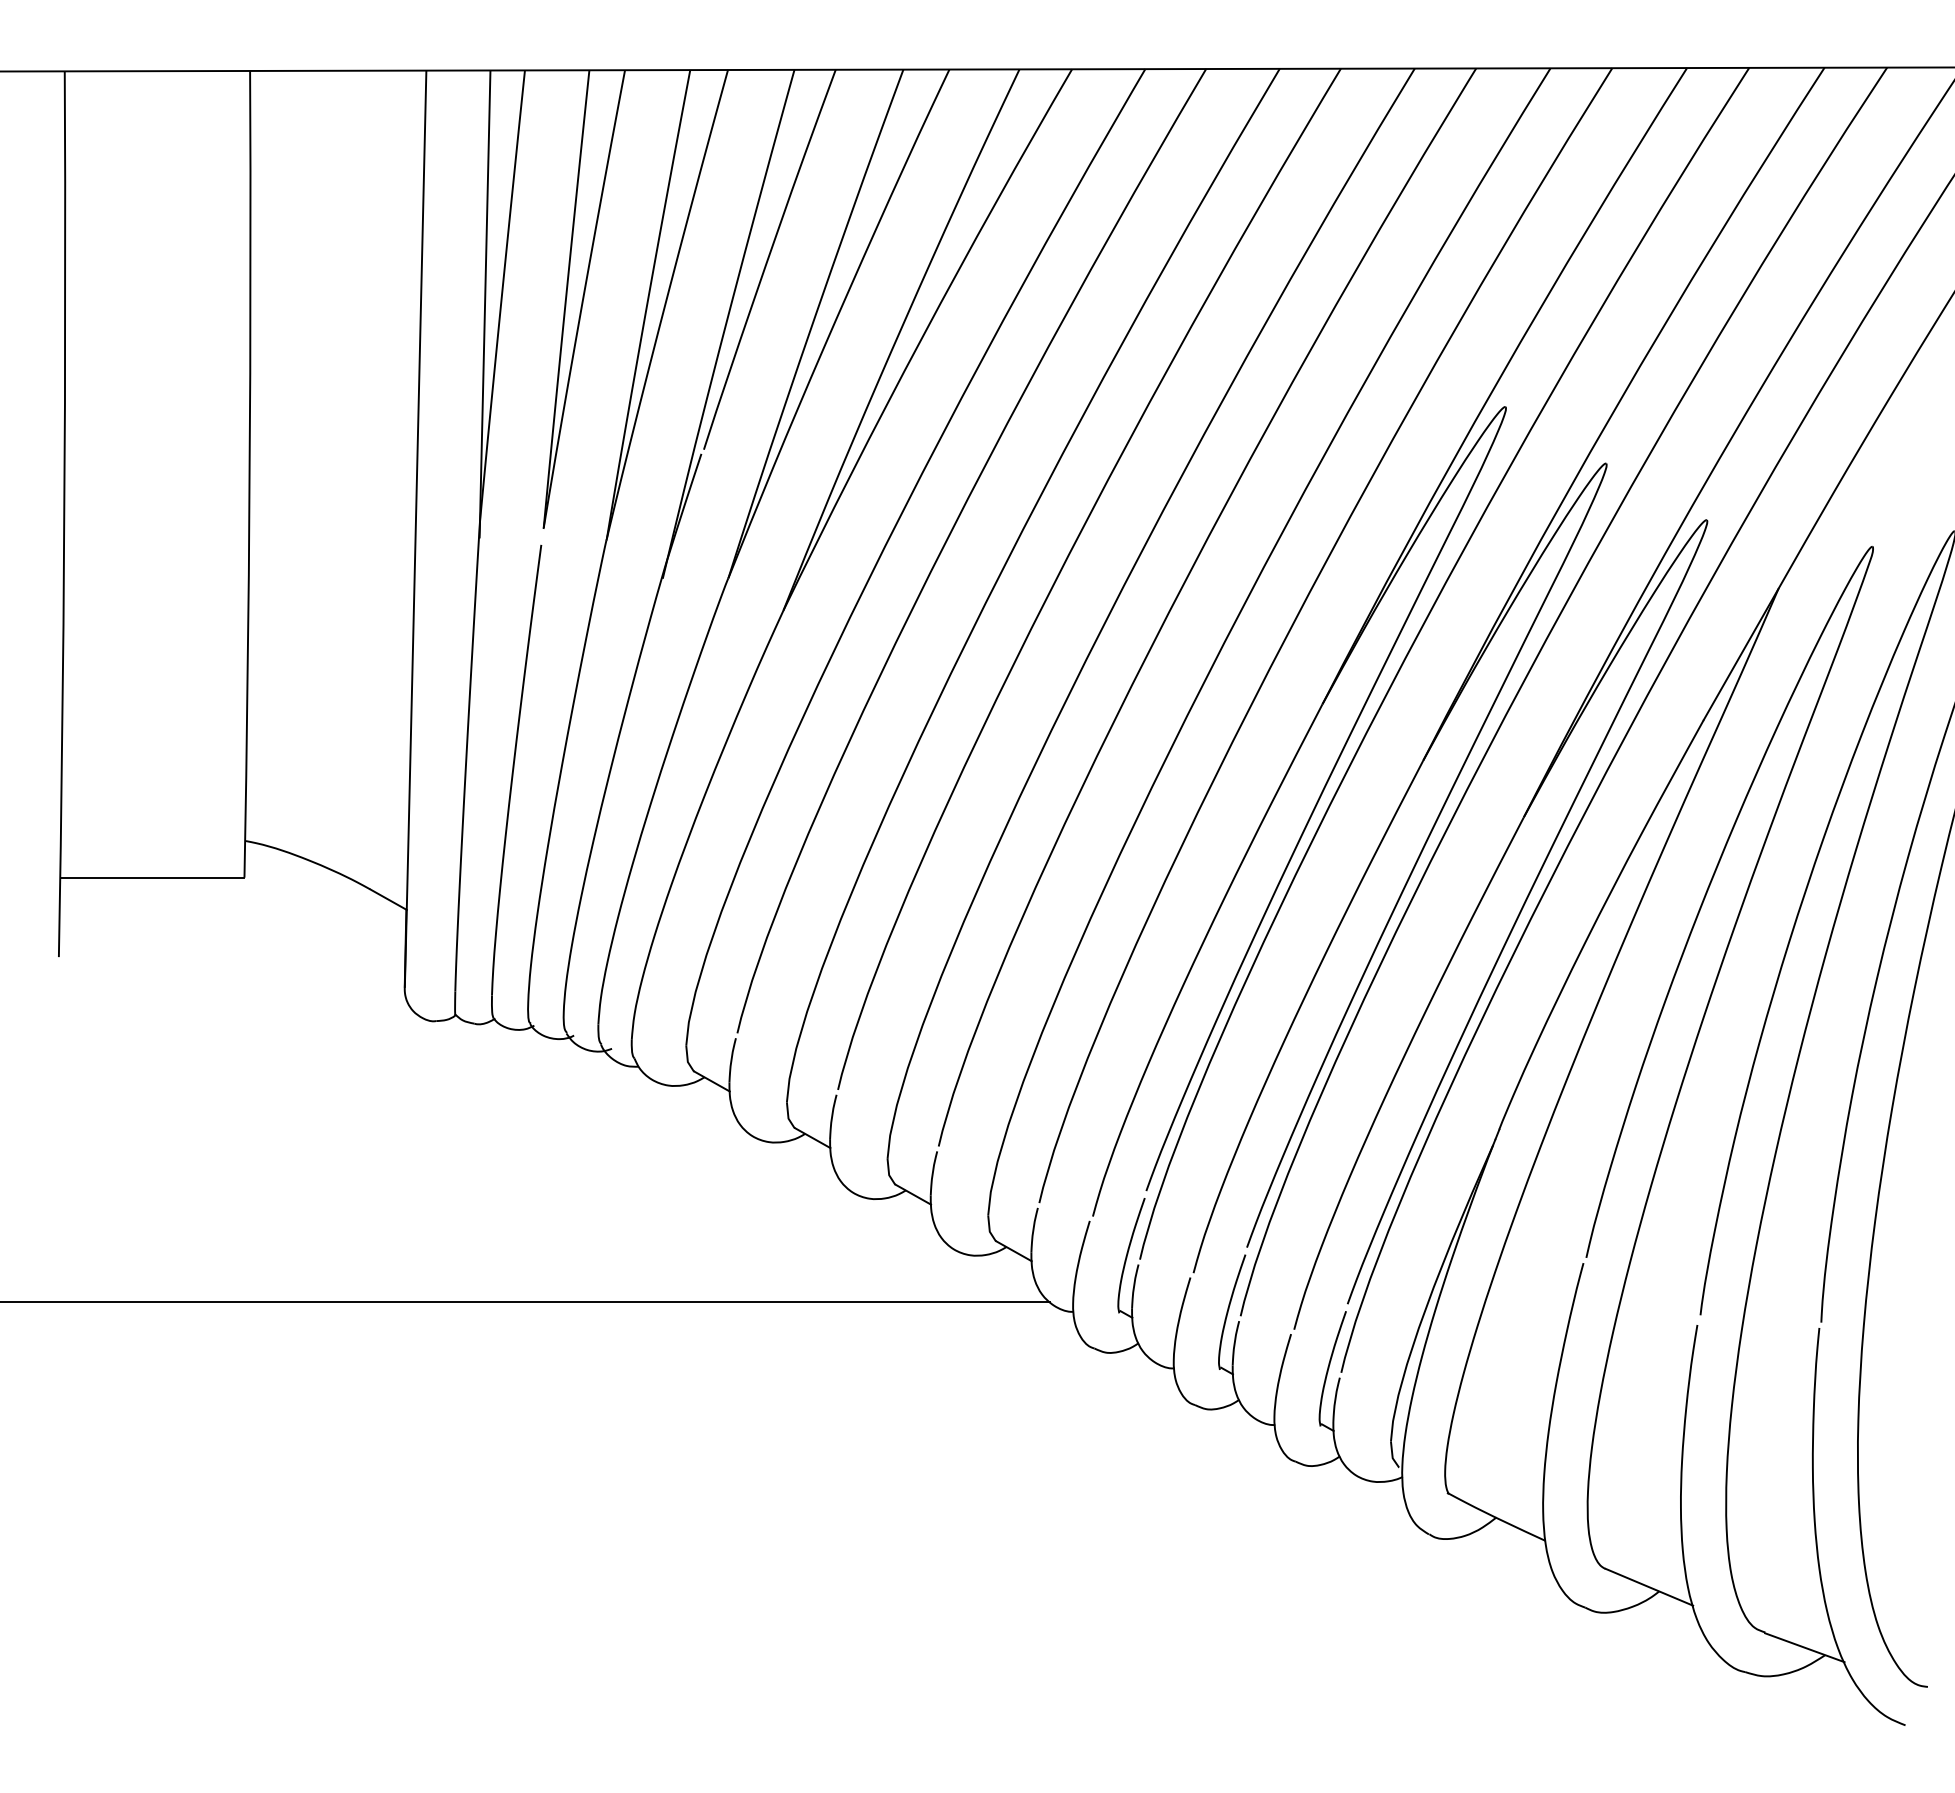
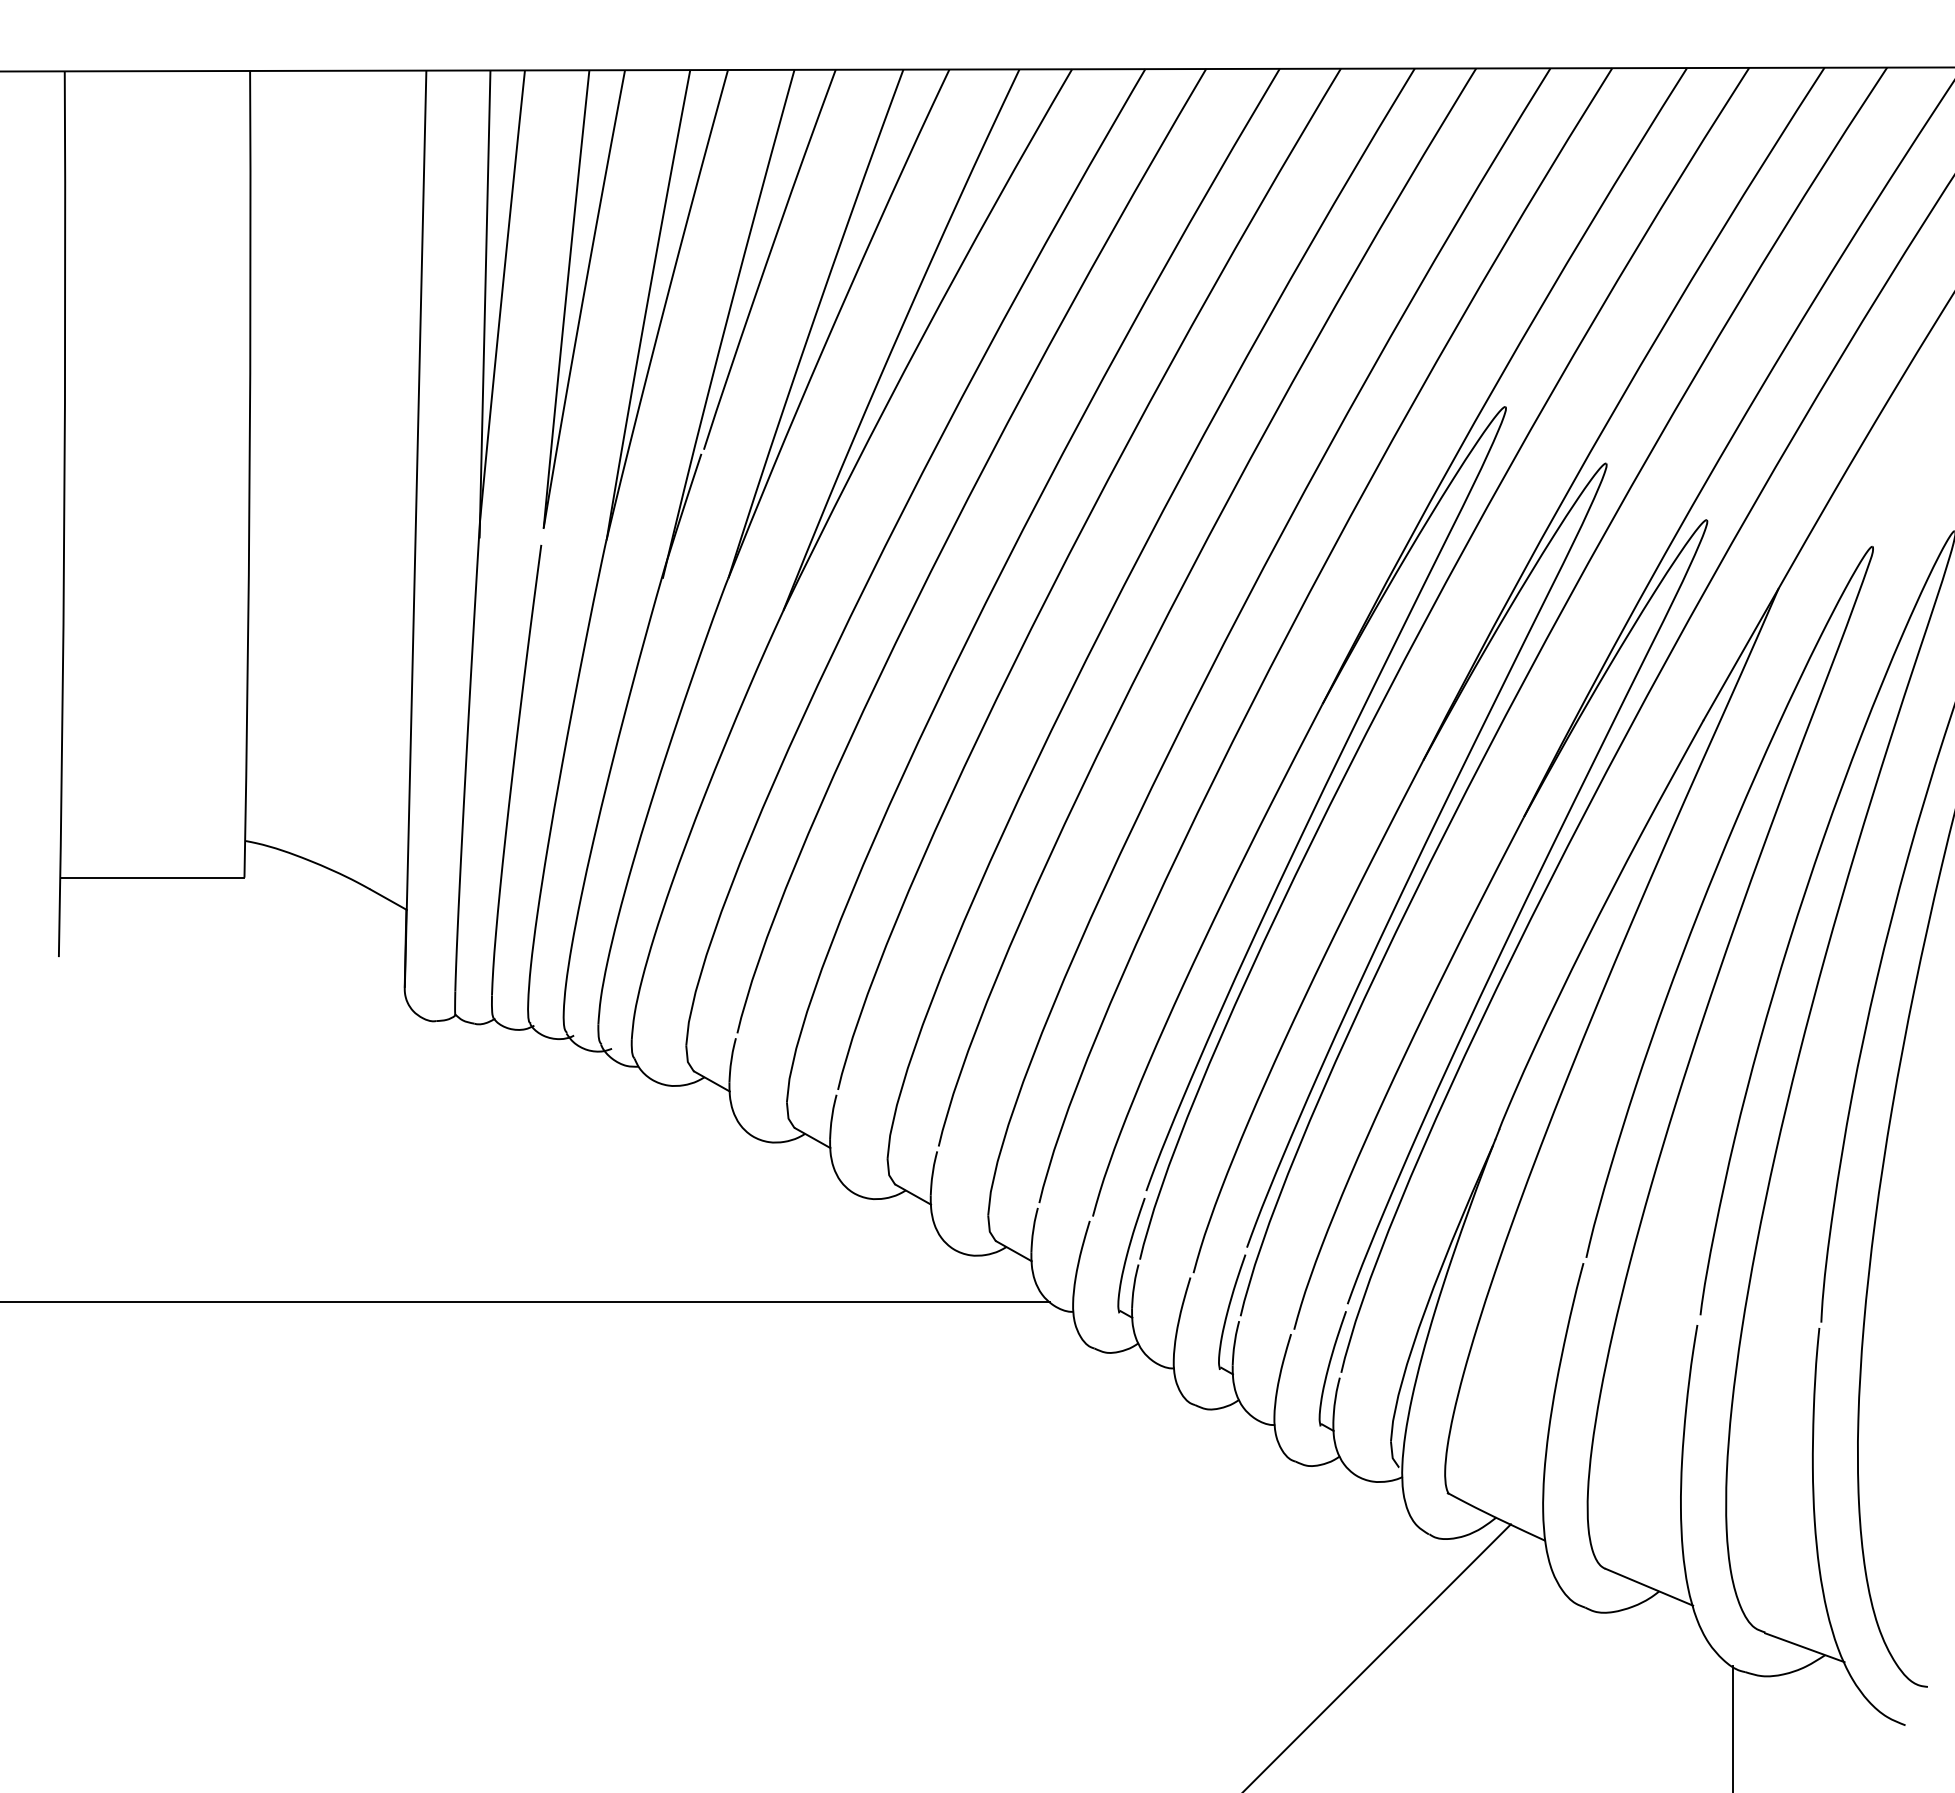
line at (1377, 1656): none -> present
line at (1733, 1727): none -> present
